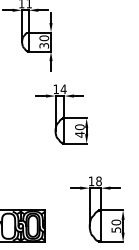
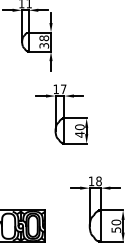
text at (43, 38): 30 -> 38
text at (63, 89): 14 -> 17
